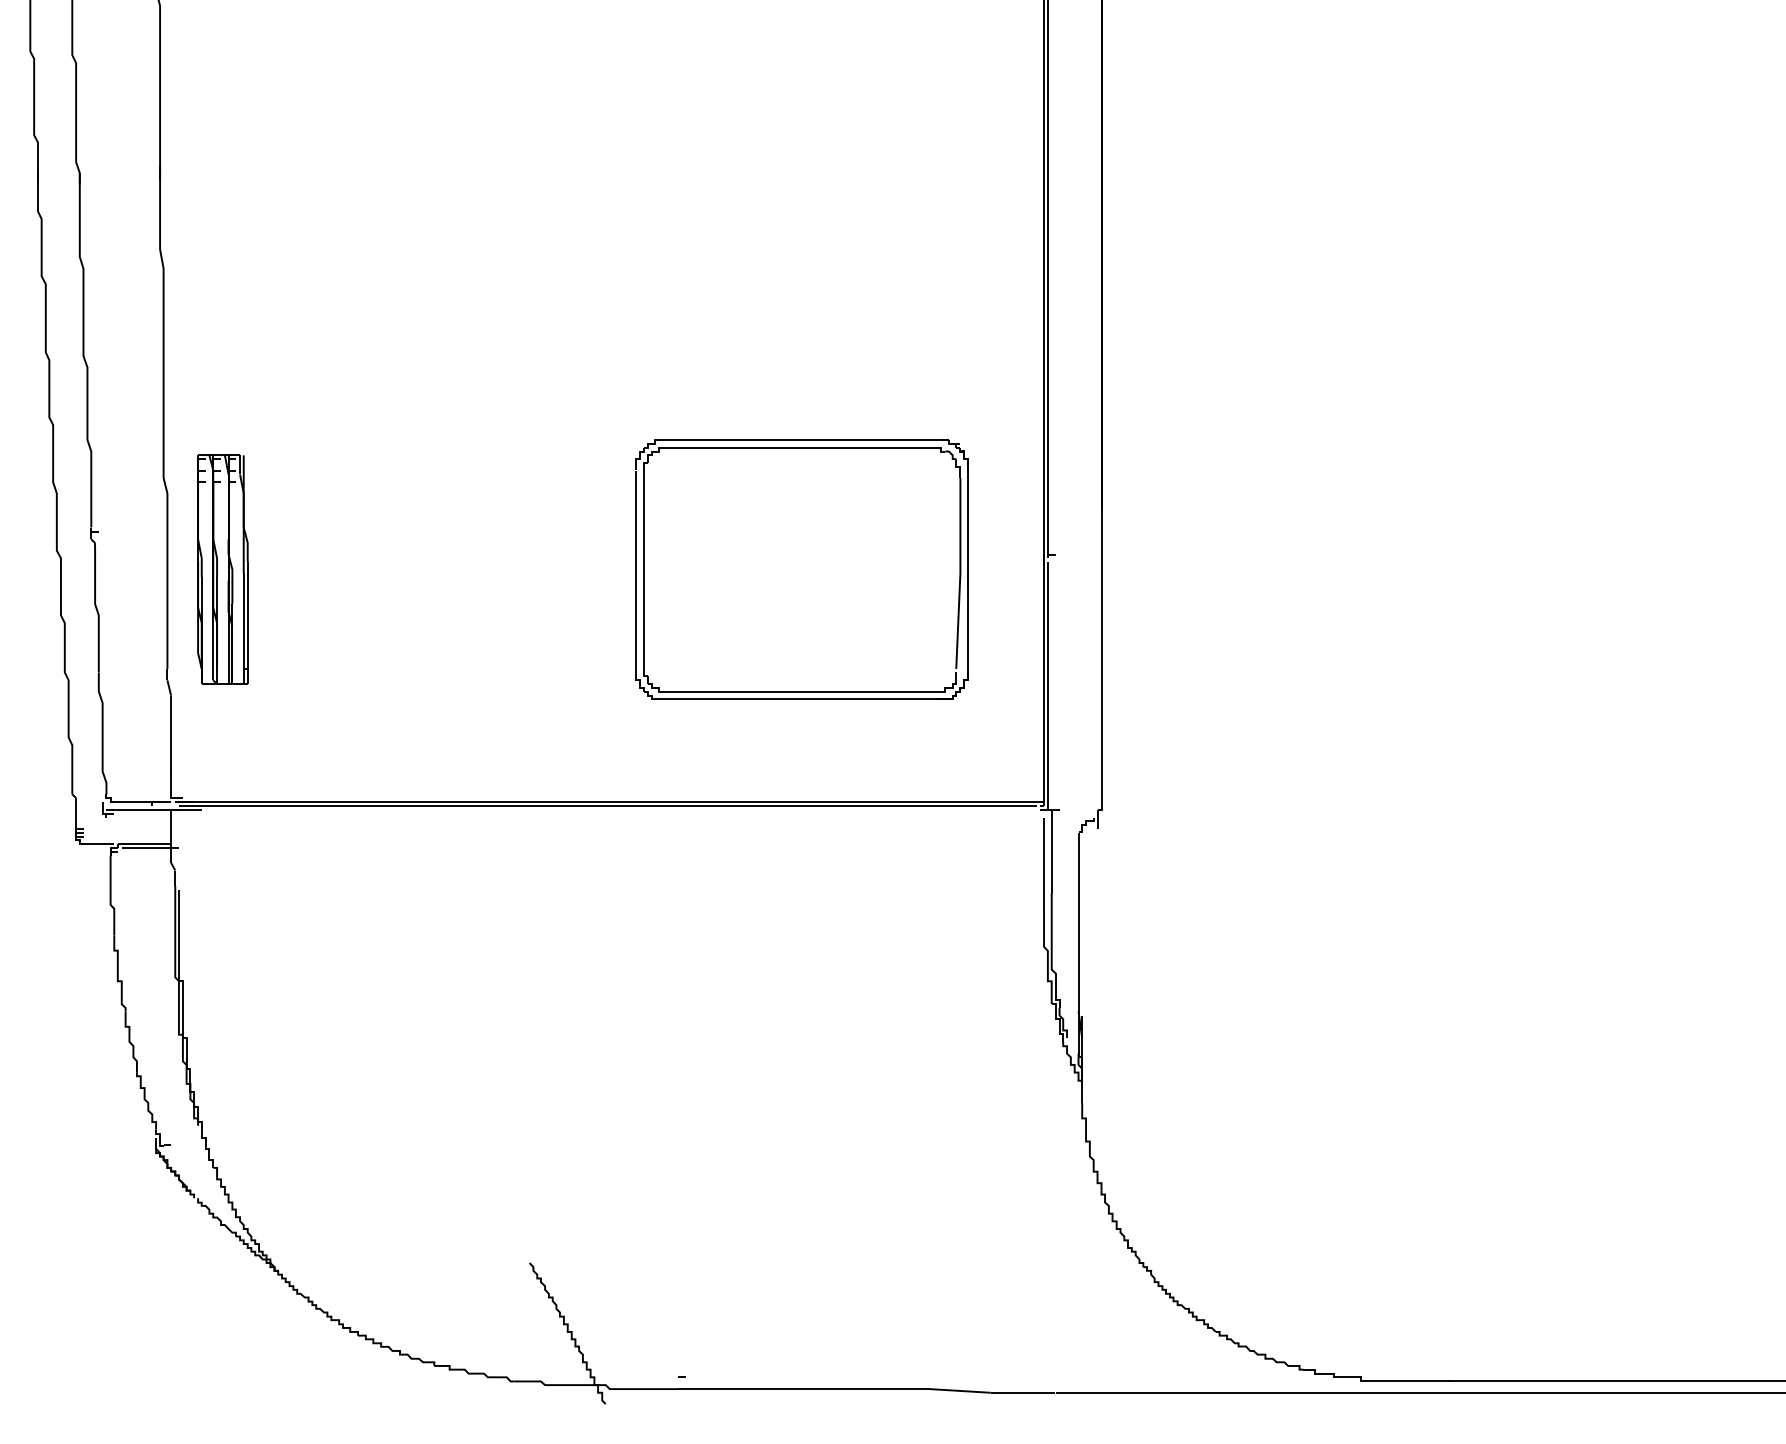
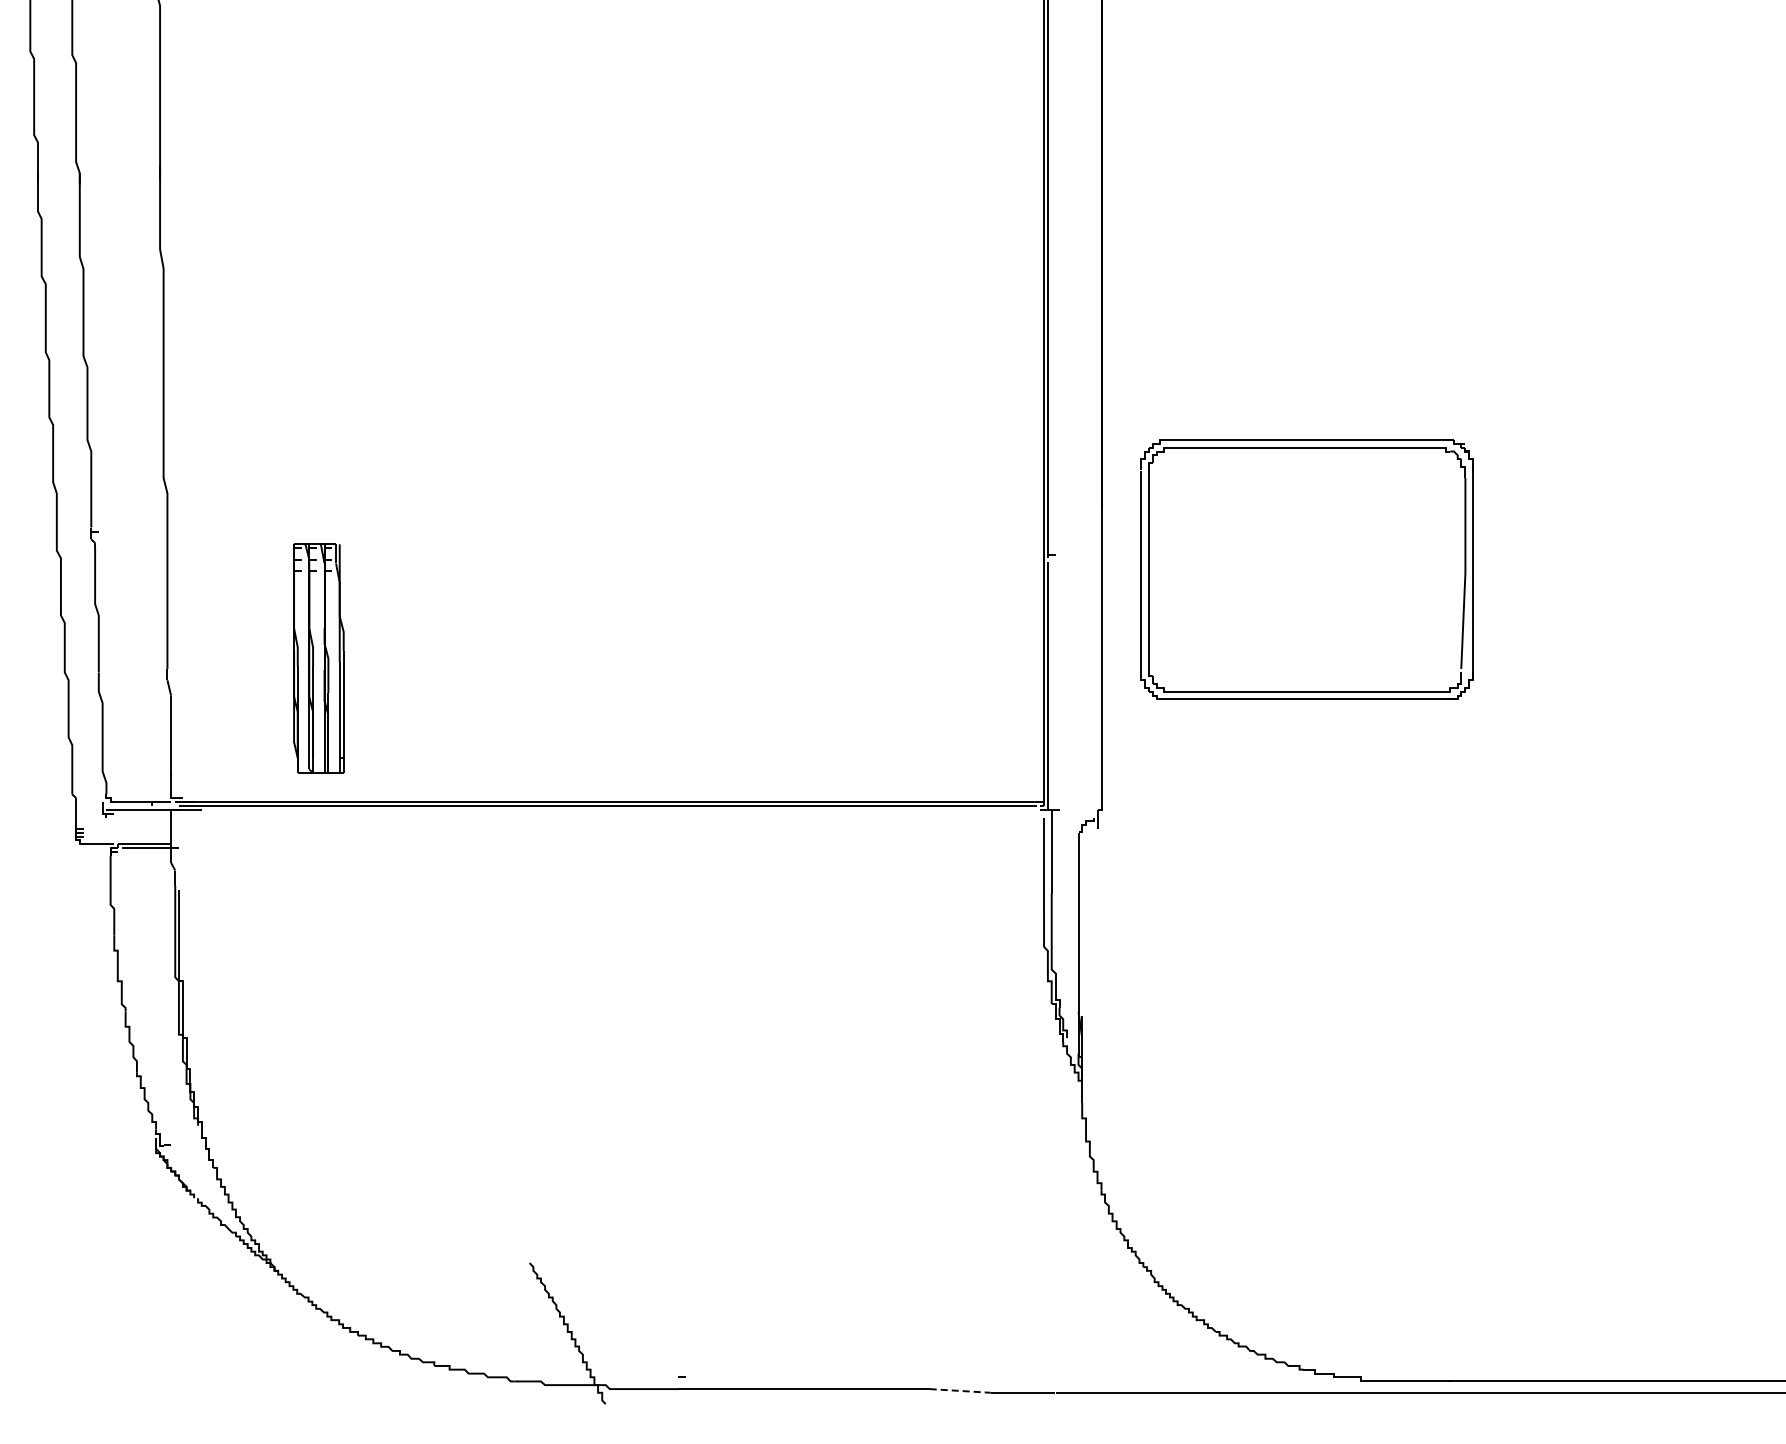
part at (801, 448) position: (801, 448) -> (1306, 448)
part at (222, 569) position: (222, 569) -> (318, 658)
line at (960, 1390): solid -> dashed
